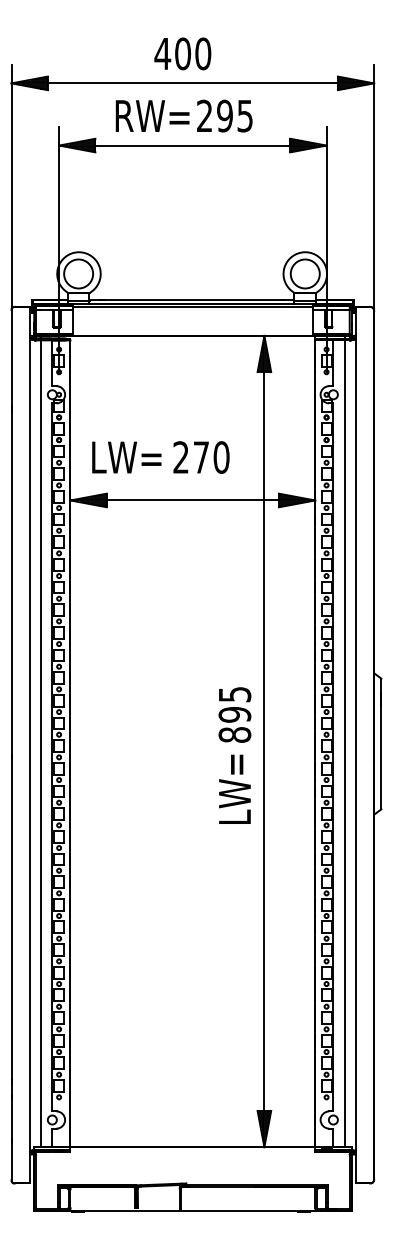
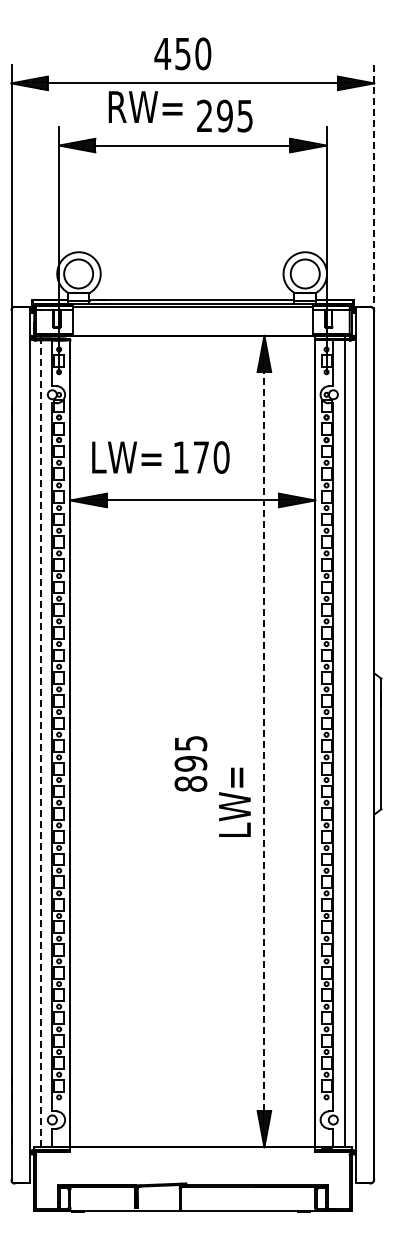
text at (183, 53): 400 -> 450
text at (152, 115) position: (152, 115) -> (145, 106)
line at (374, 188): solid -> dashed
text at (180, 457): 270 -> 170
text at (234, 714) position: (234, 714) -> (190, 763)
line at (264, 741): solid -> dashed
line at (40, 743): solid -> dashed
text at (234, 788) position: (234, 788) -> (234, 801)
